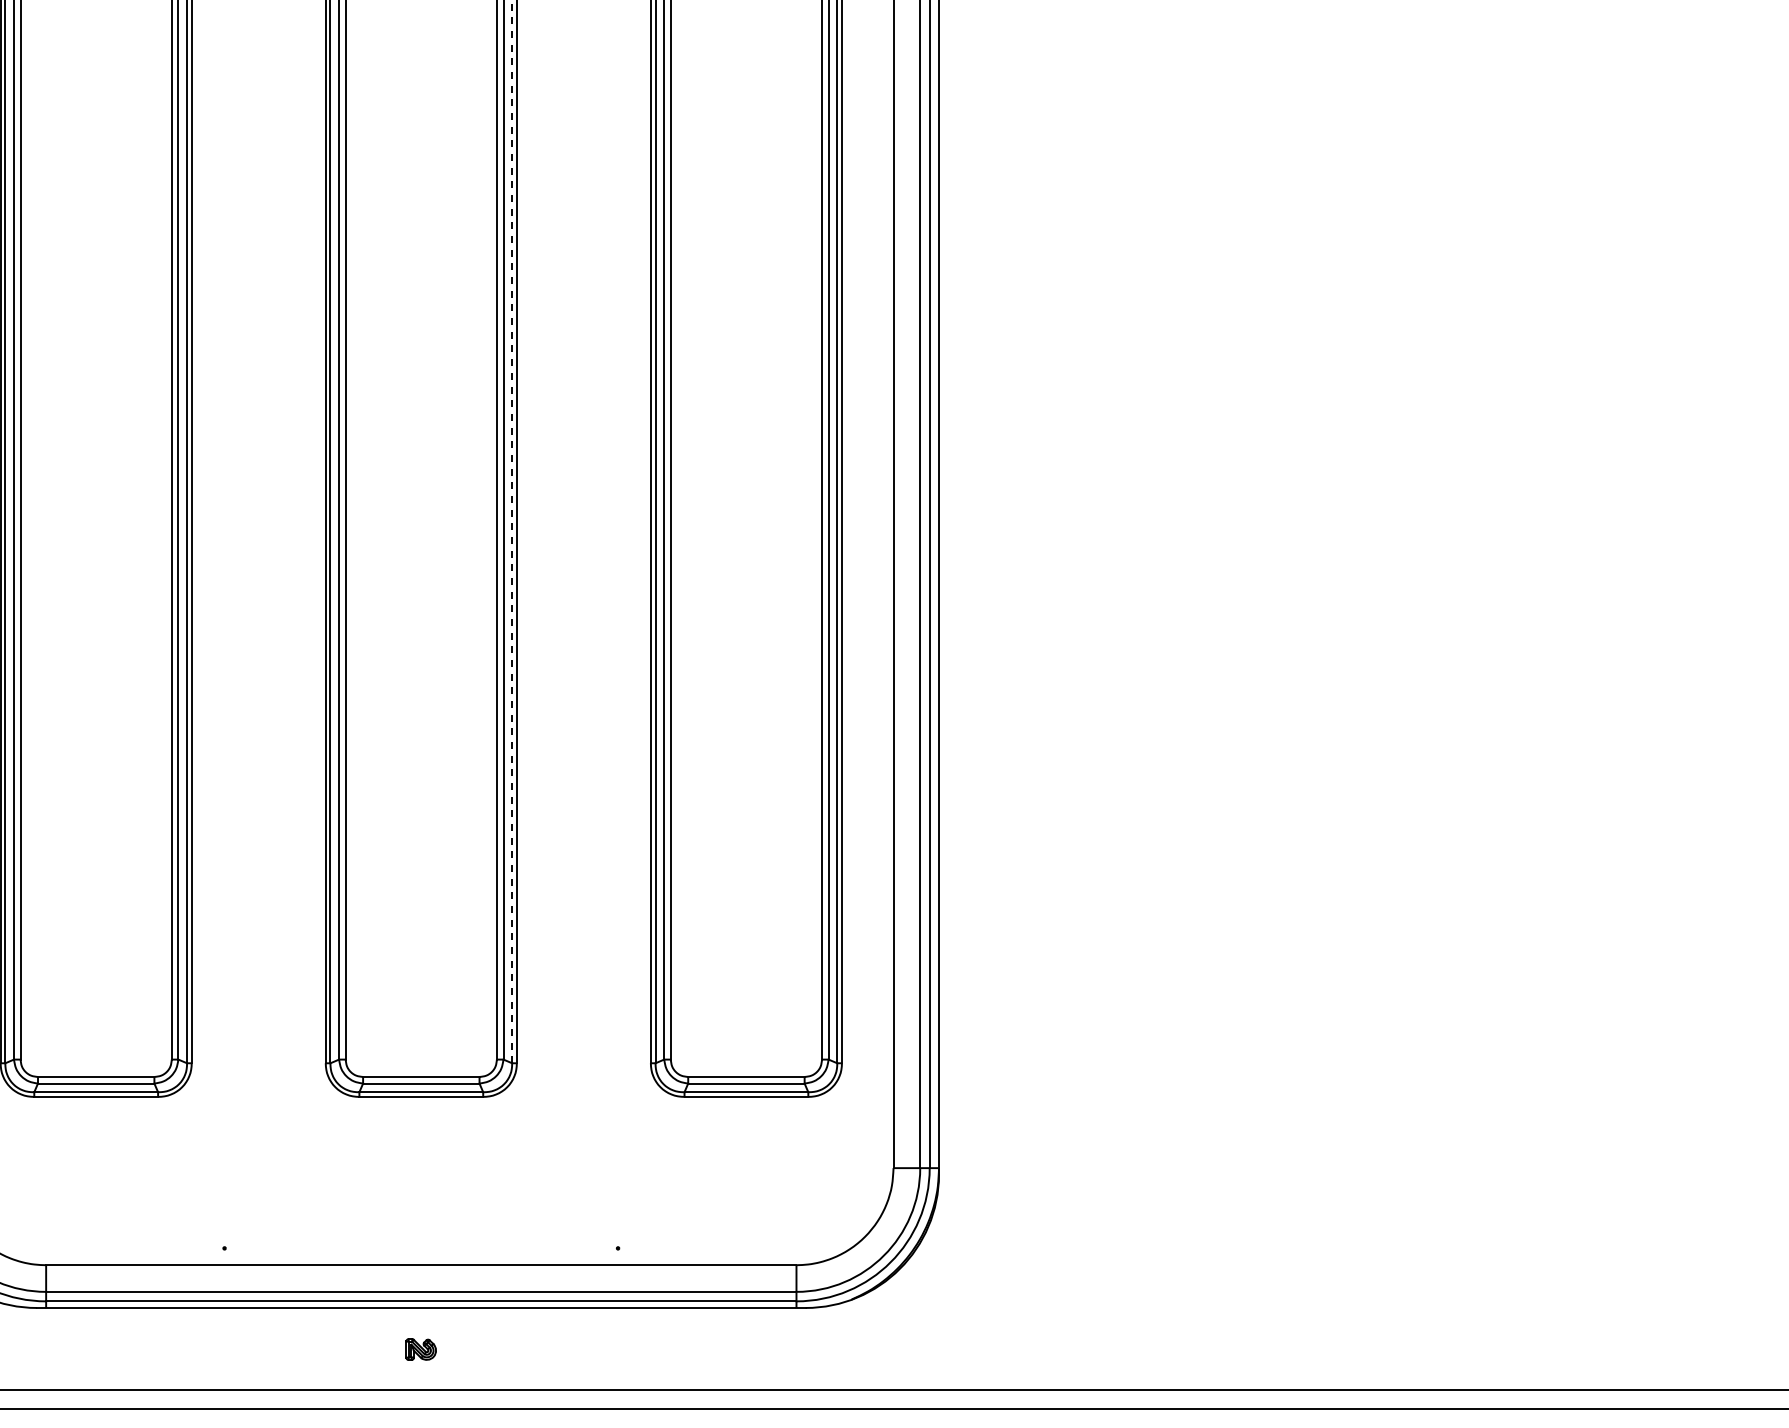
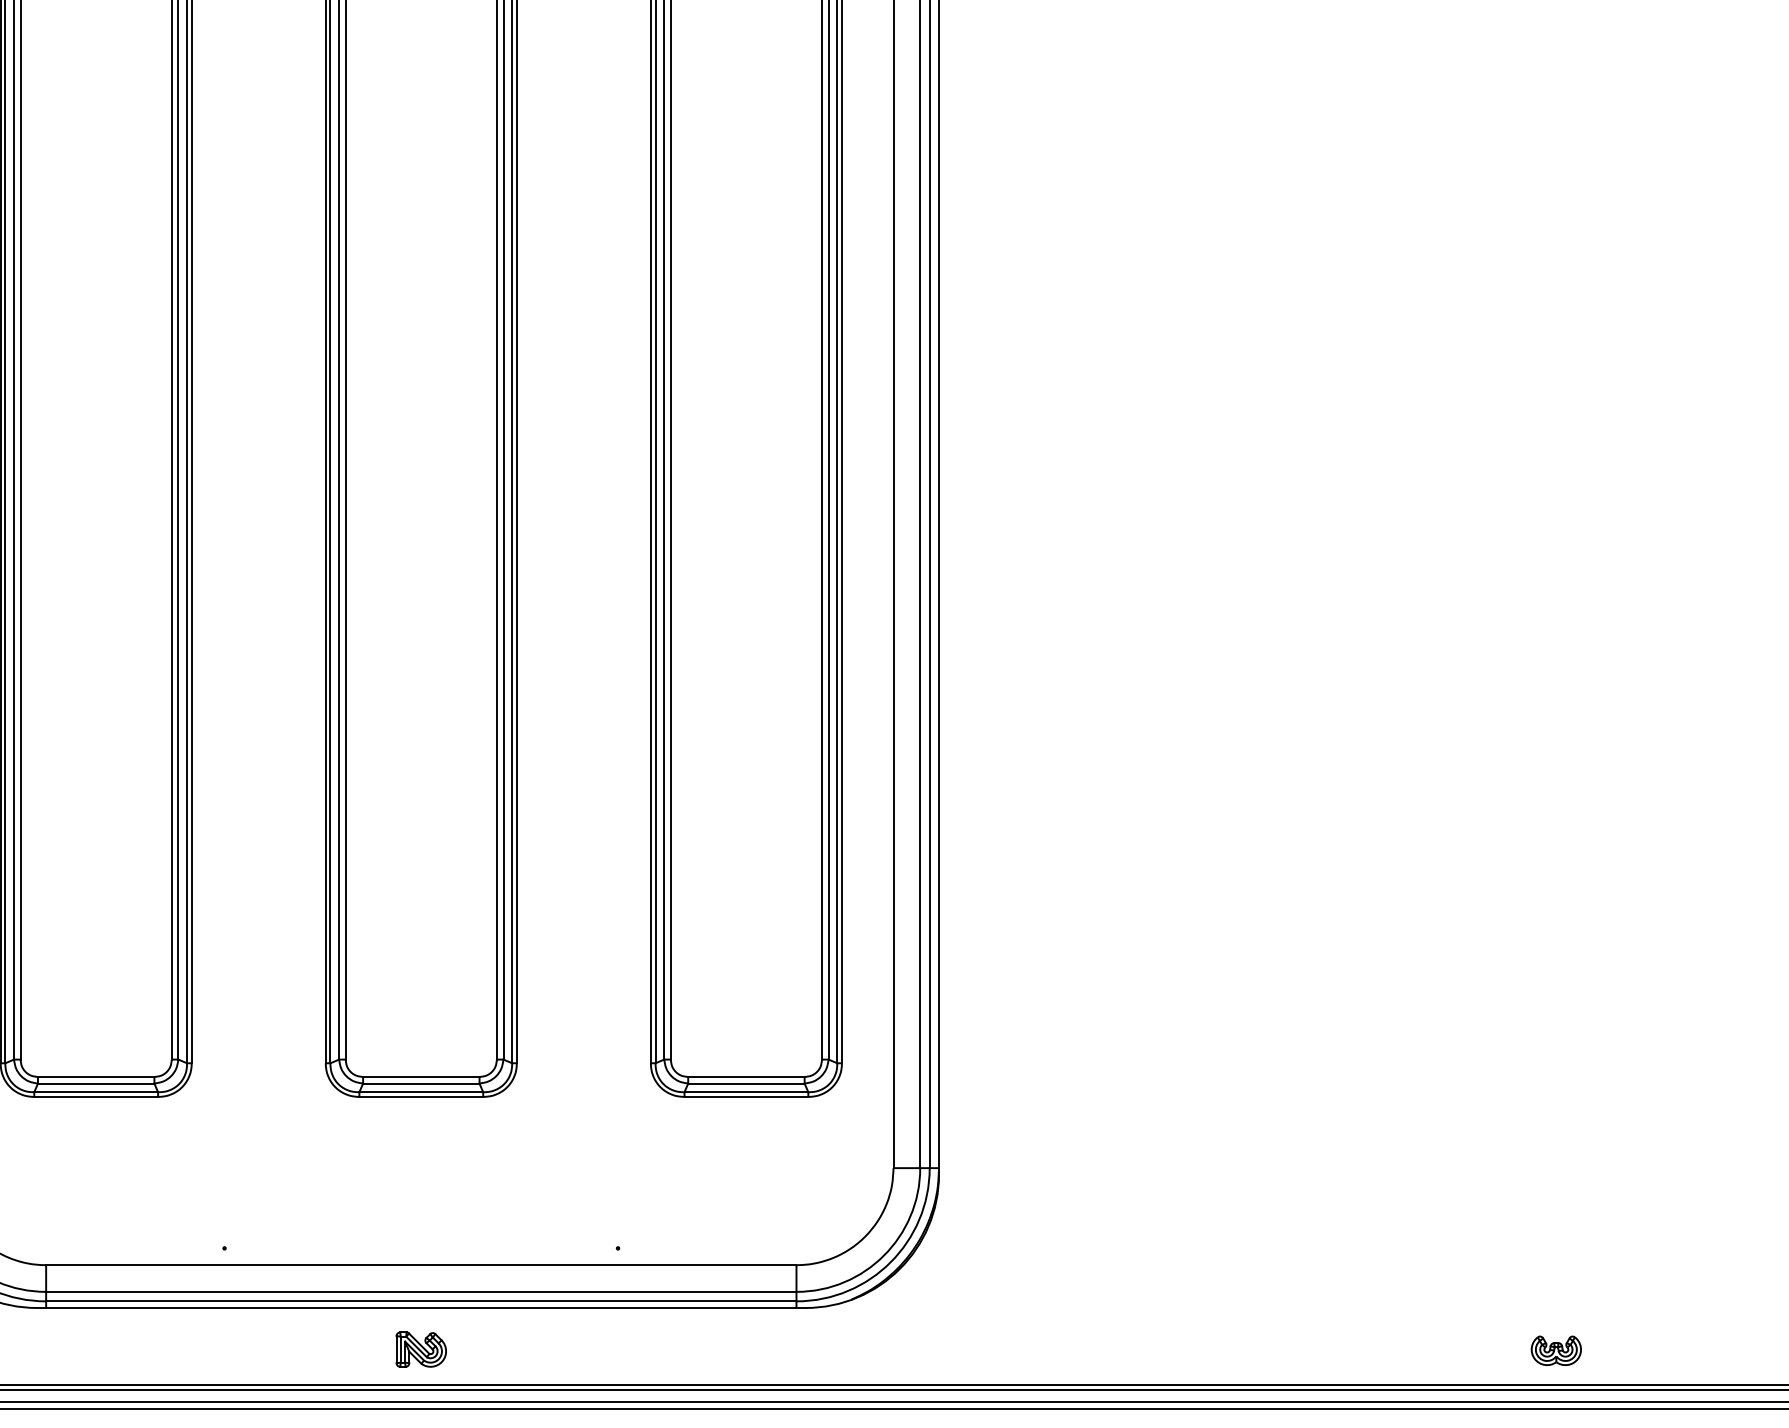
line at (512, 531): dashed -> solid
part at (420, 1349) size: 32x23 px -> 52x37 px
part at (1555, 1350): none -> present
line at (893, 1385): none -> present
line at (893, 1401): none -> present
